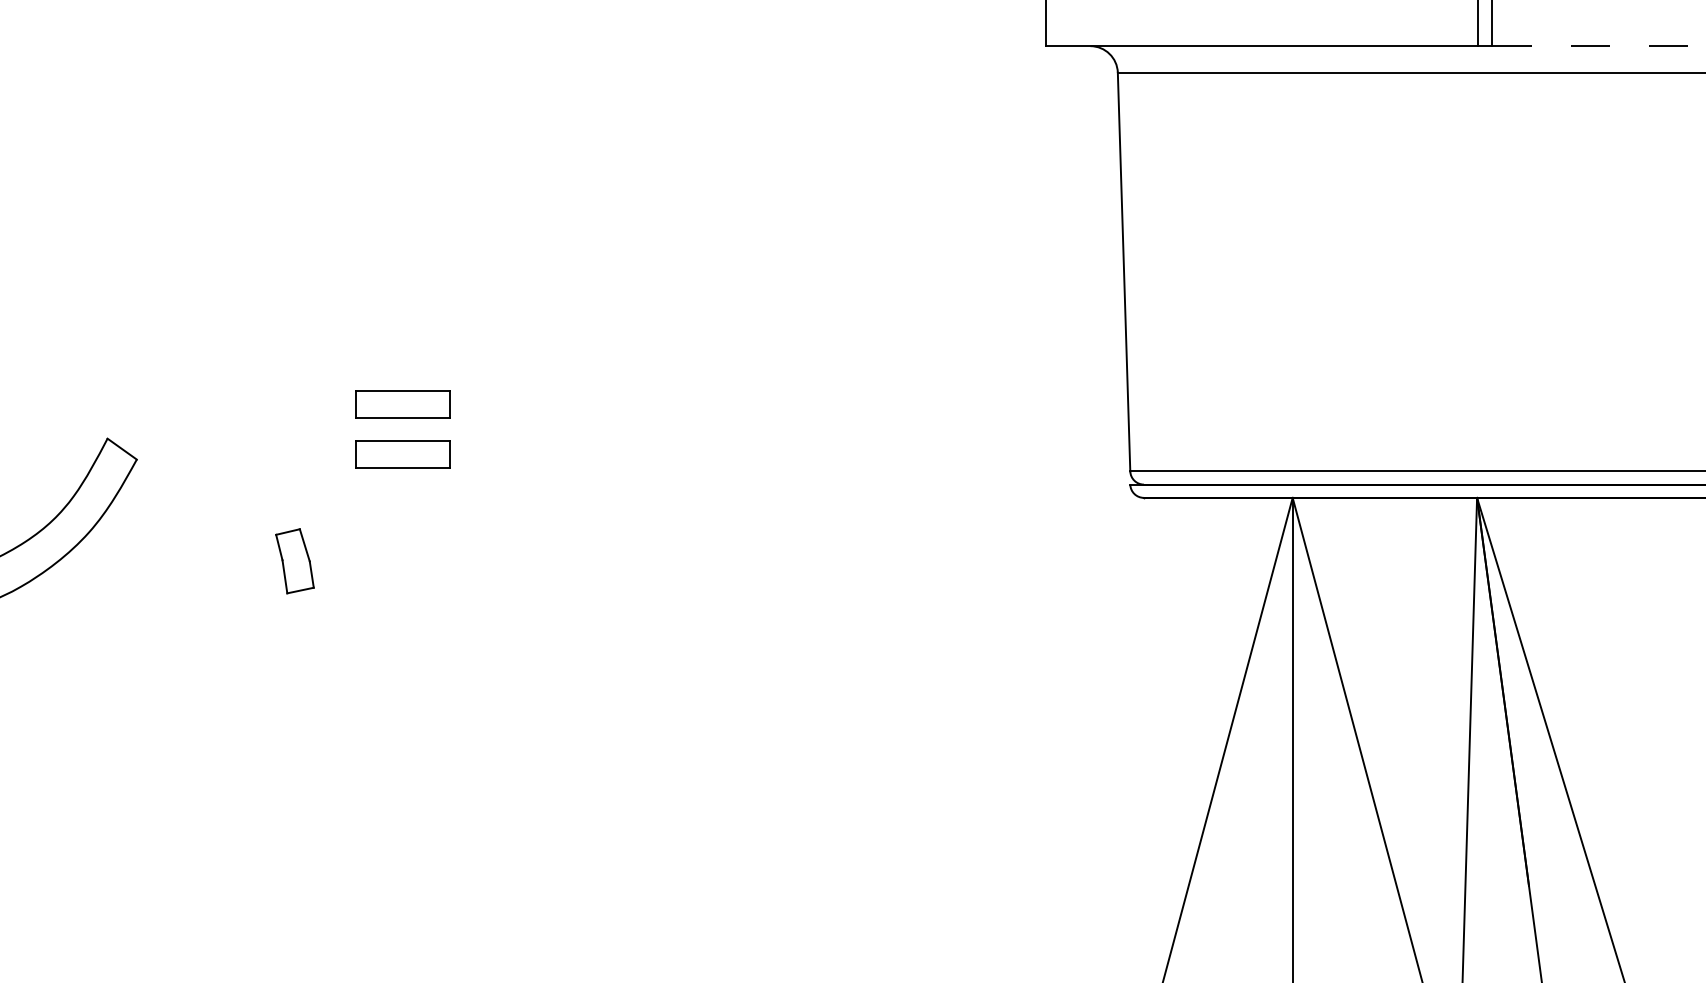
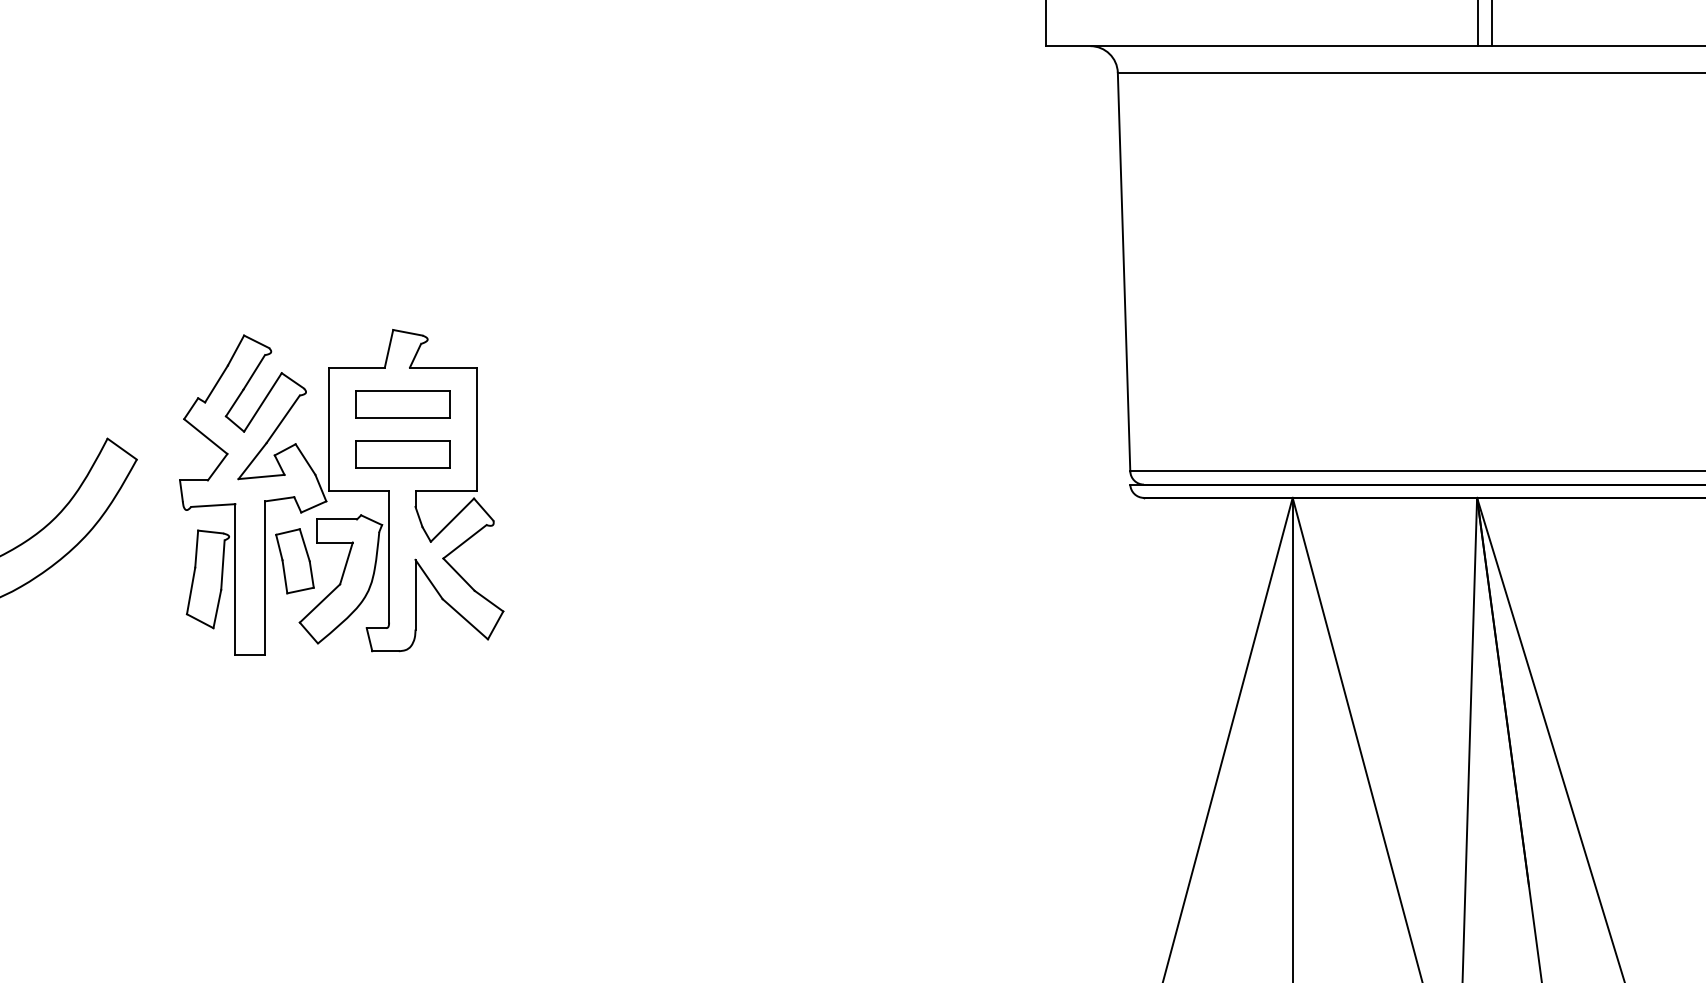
line at (1598, 46): dashed -> solid
part at (341, 492): none -> present
